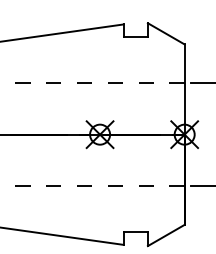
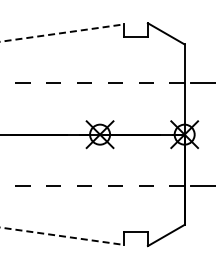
line at (62, 33): solid -> dashed
line at (62, 236): solid -> dashed
